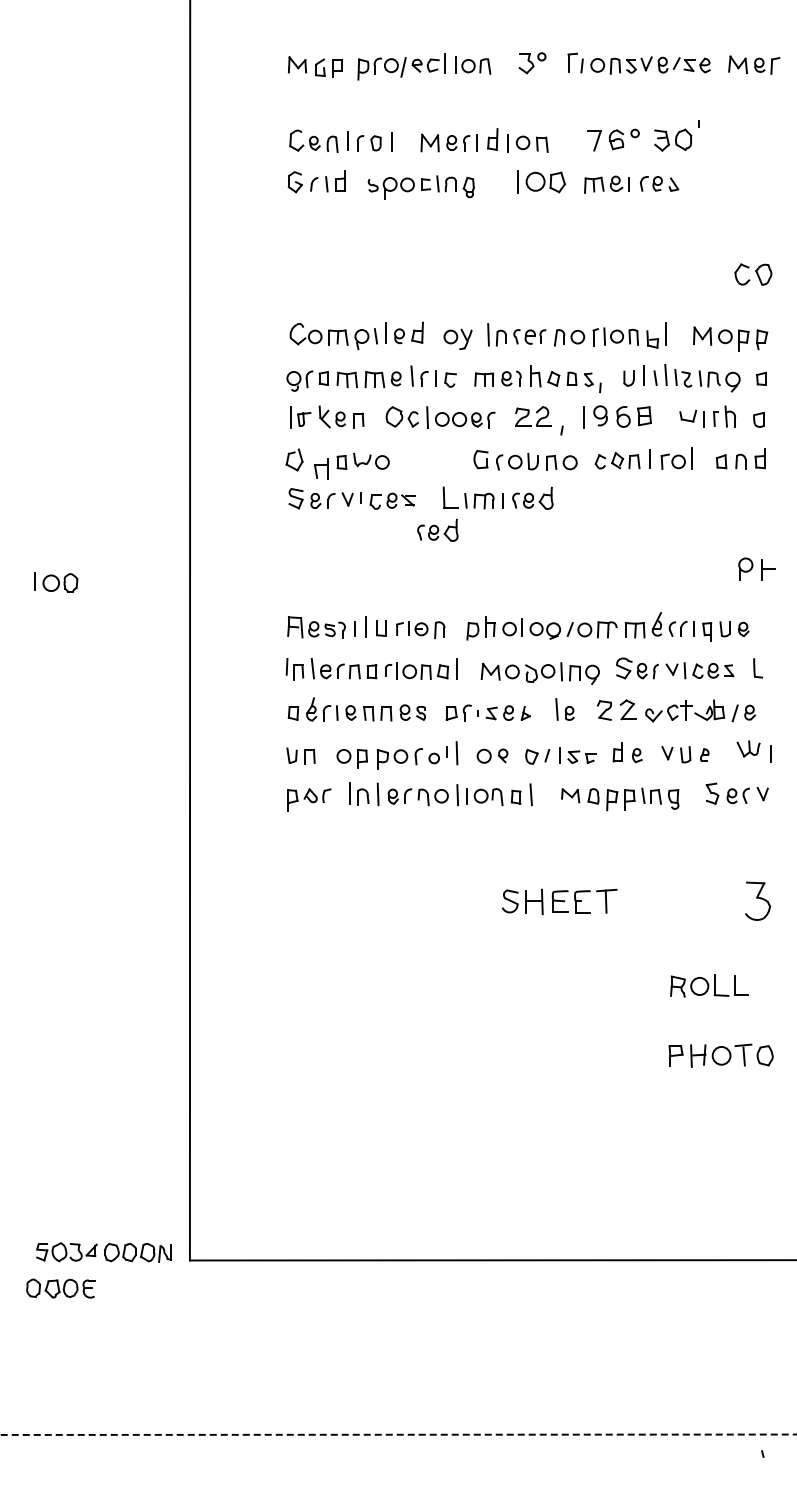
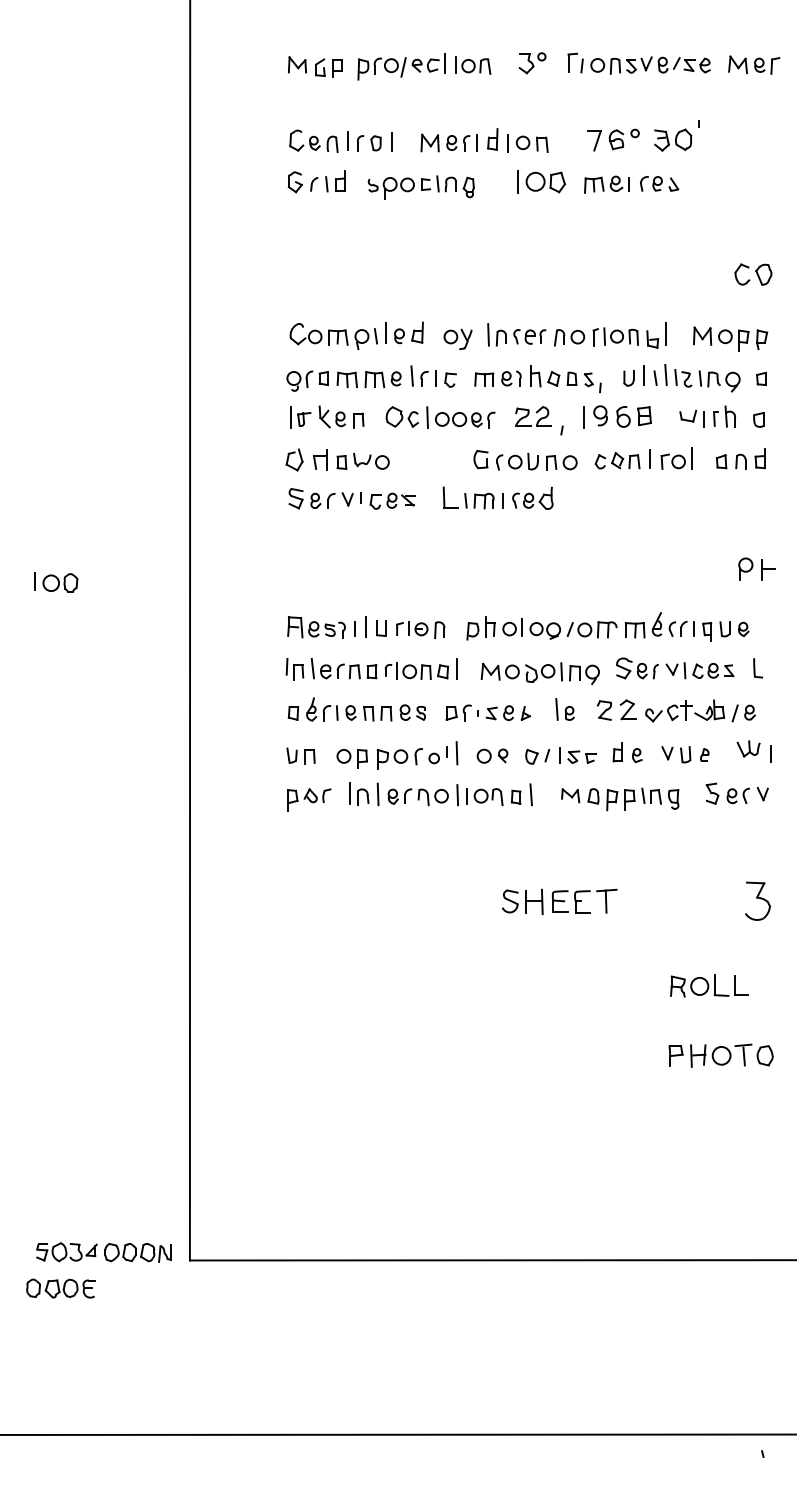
part at (321, 468) position: (321, 468) -> (320, 459)
part at (437, 529): present -> none
line at (398, 1434): dashed -> solid
